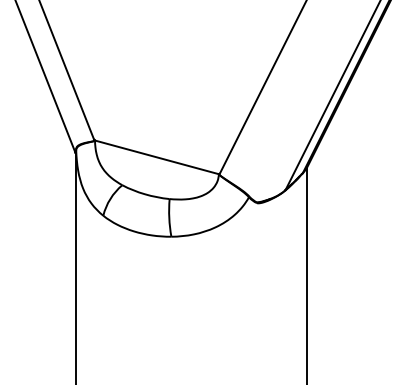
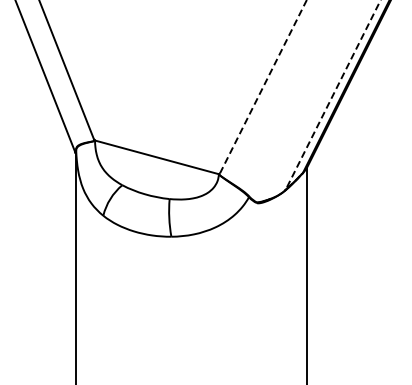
line at (263, 86): solid -> dashed
line at (332, 95): solid -> dashed
